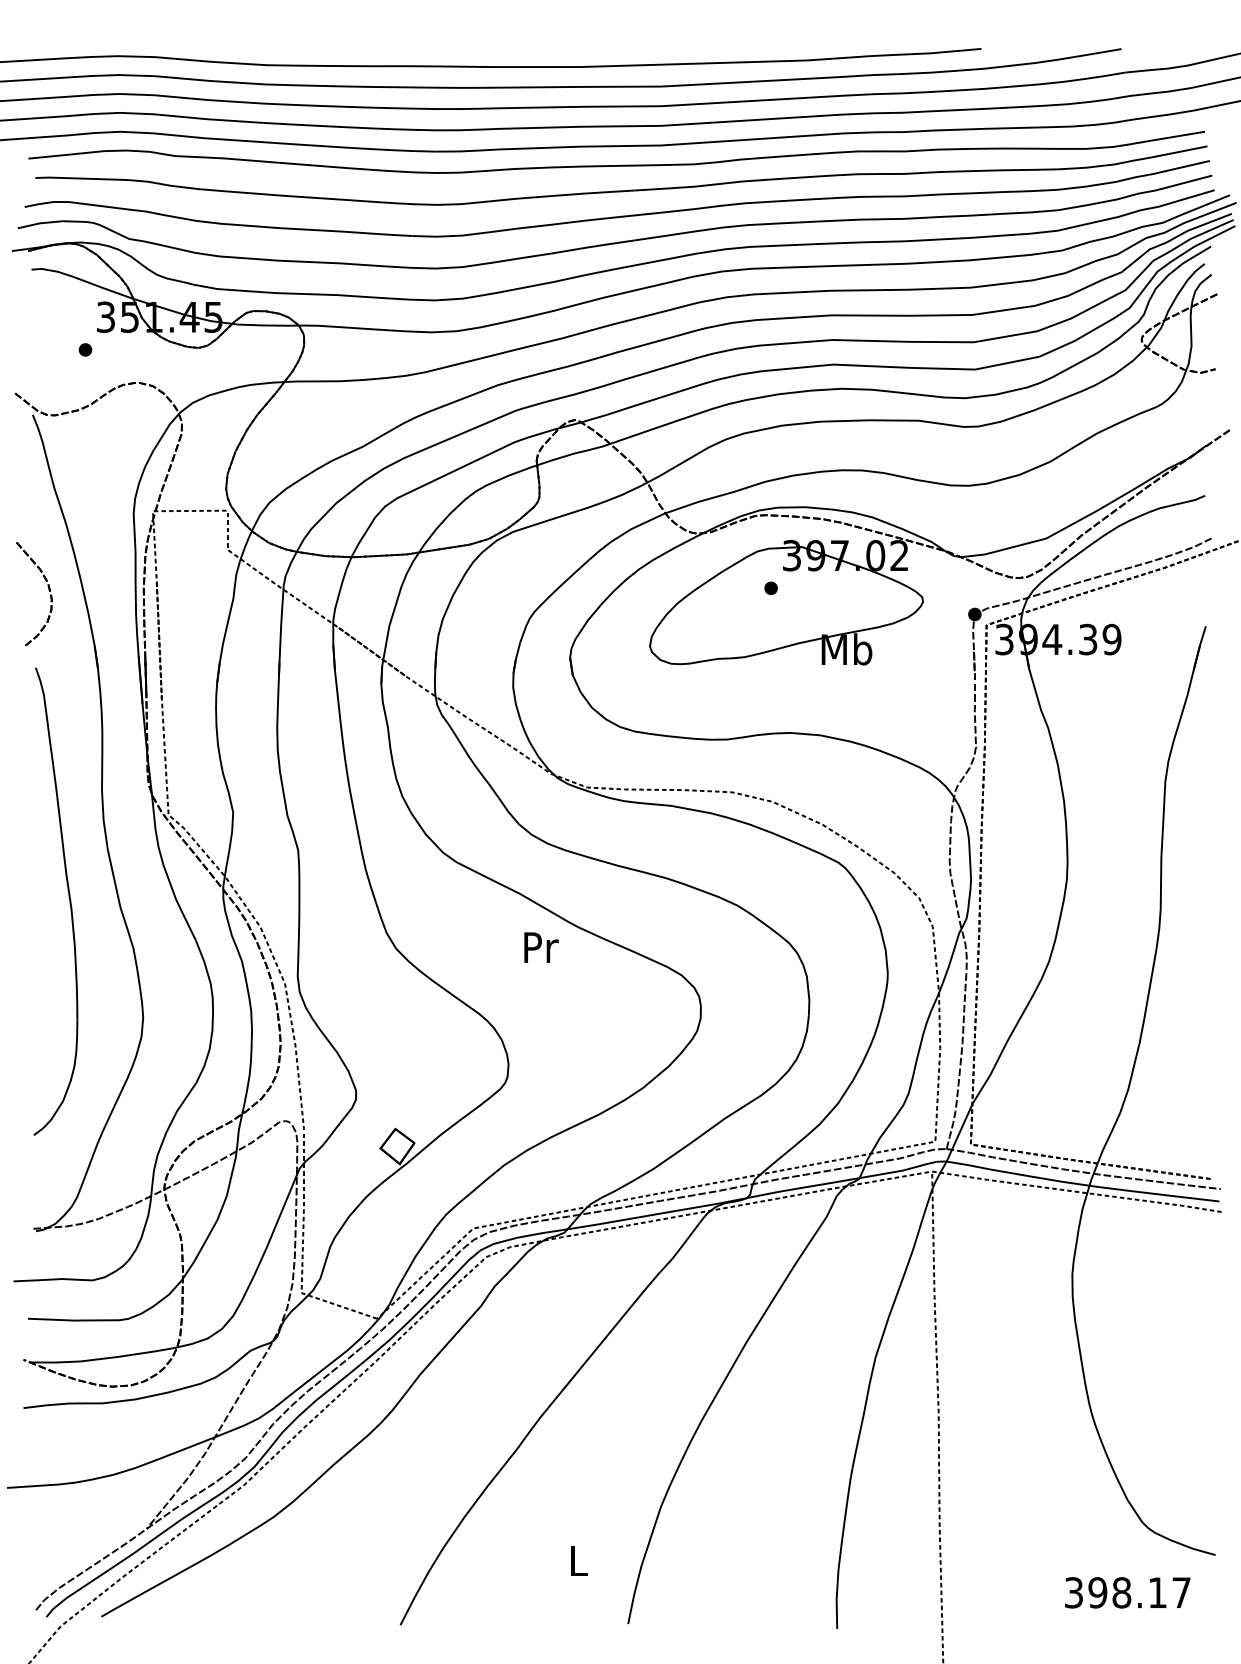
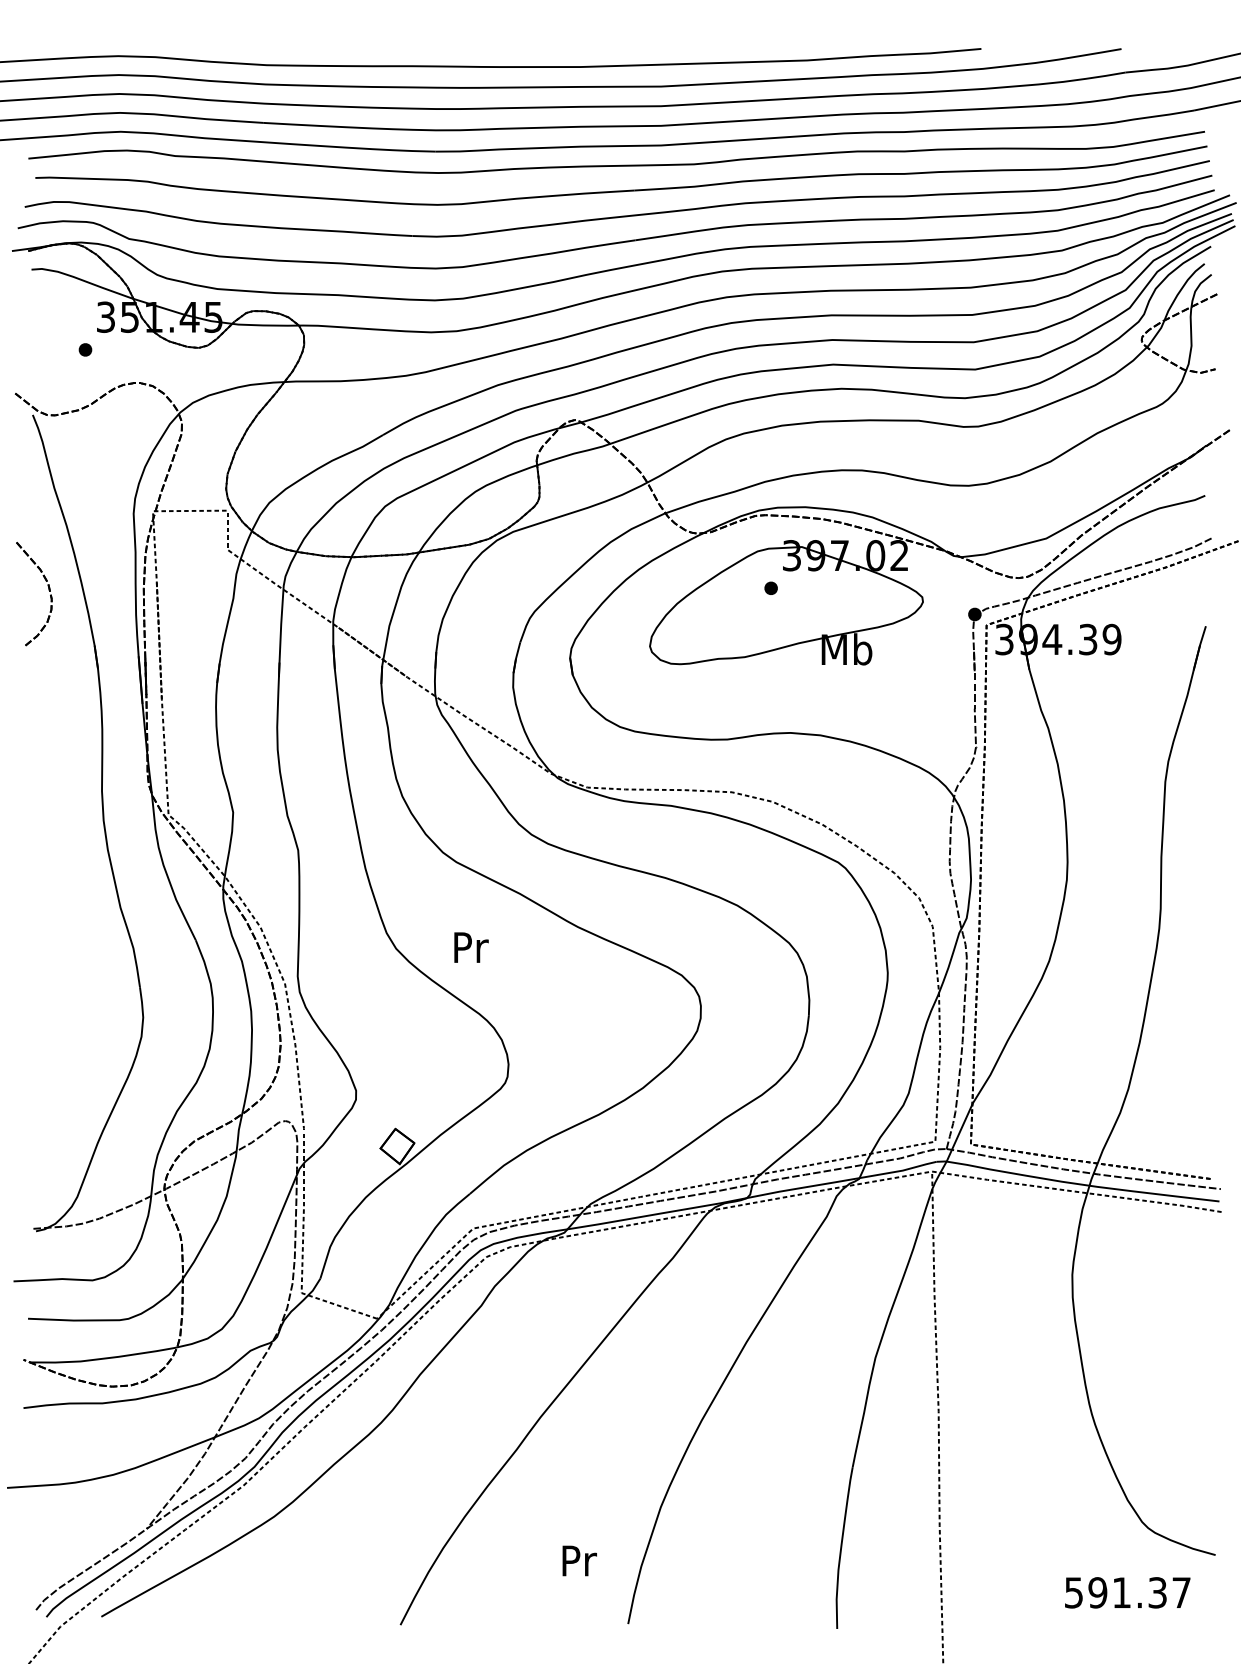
part at (68, 897): present -> none
text at (541, 947) position: (541, 947) -> (471, 947)
text at (579, 1560): L -> Pr
text at (1115, 1592): 398.17 -> 591.37
